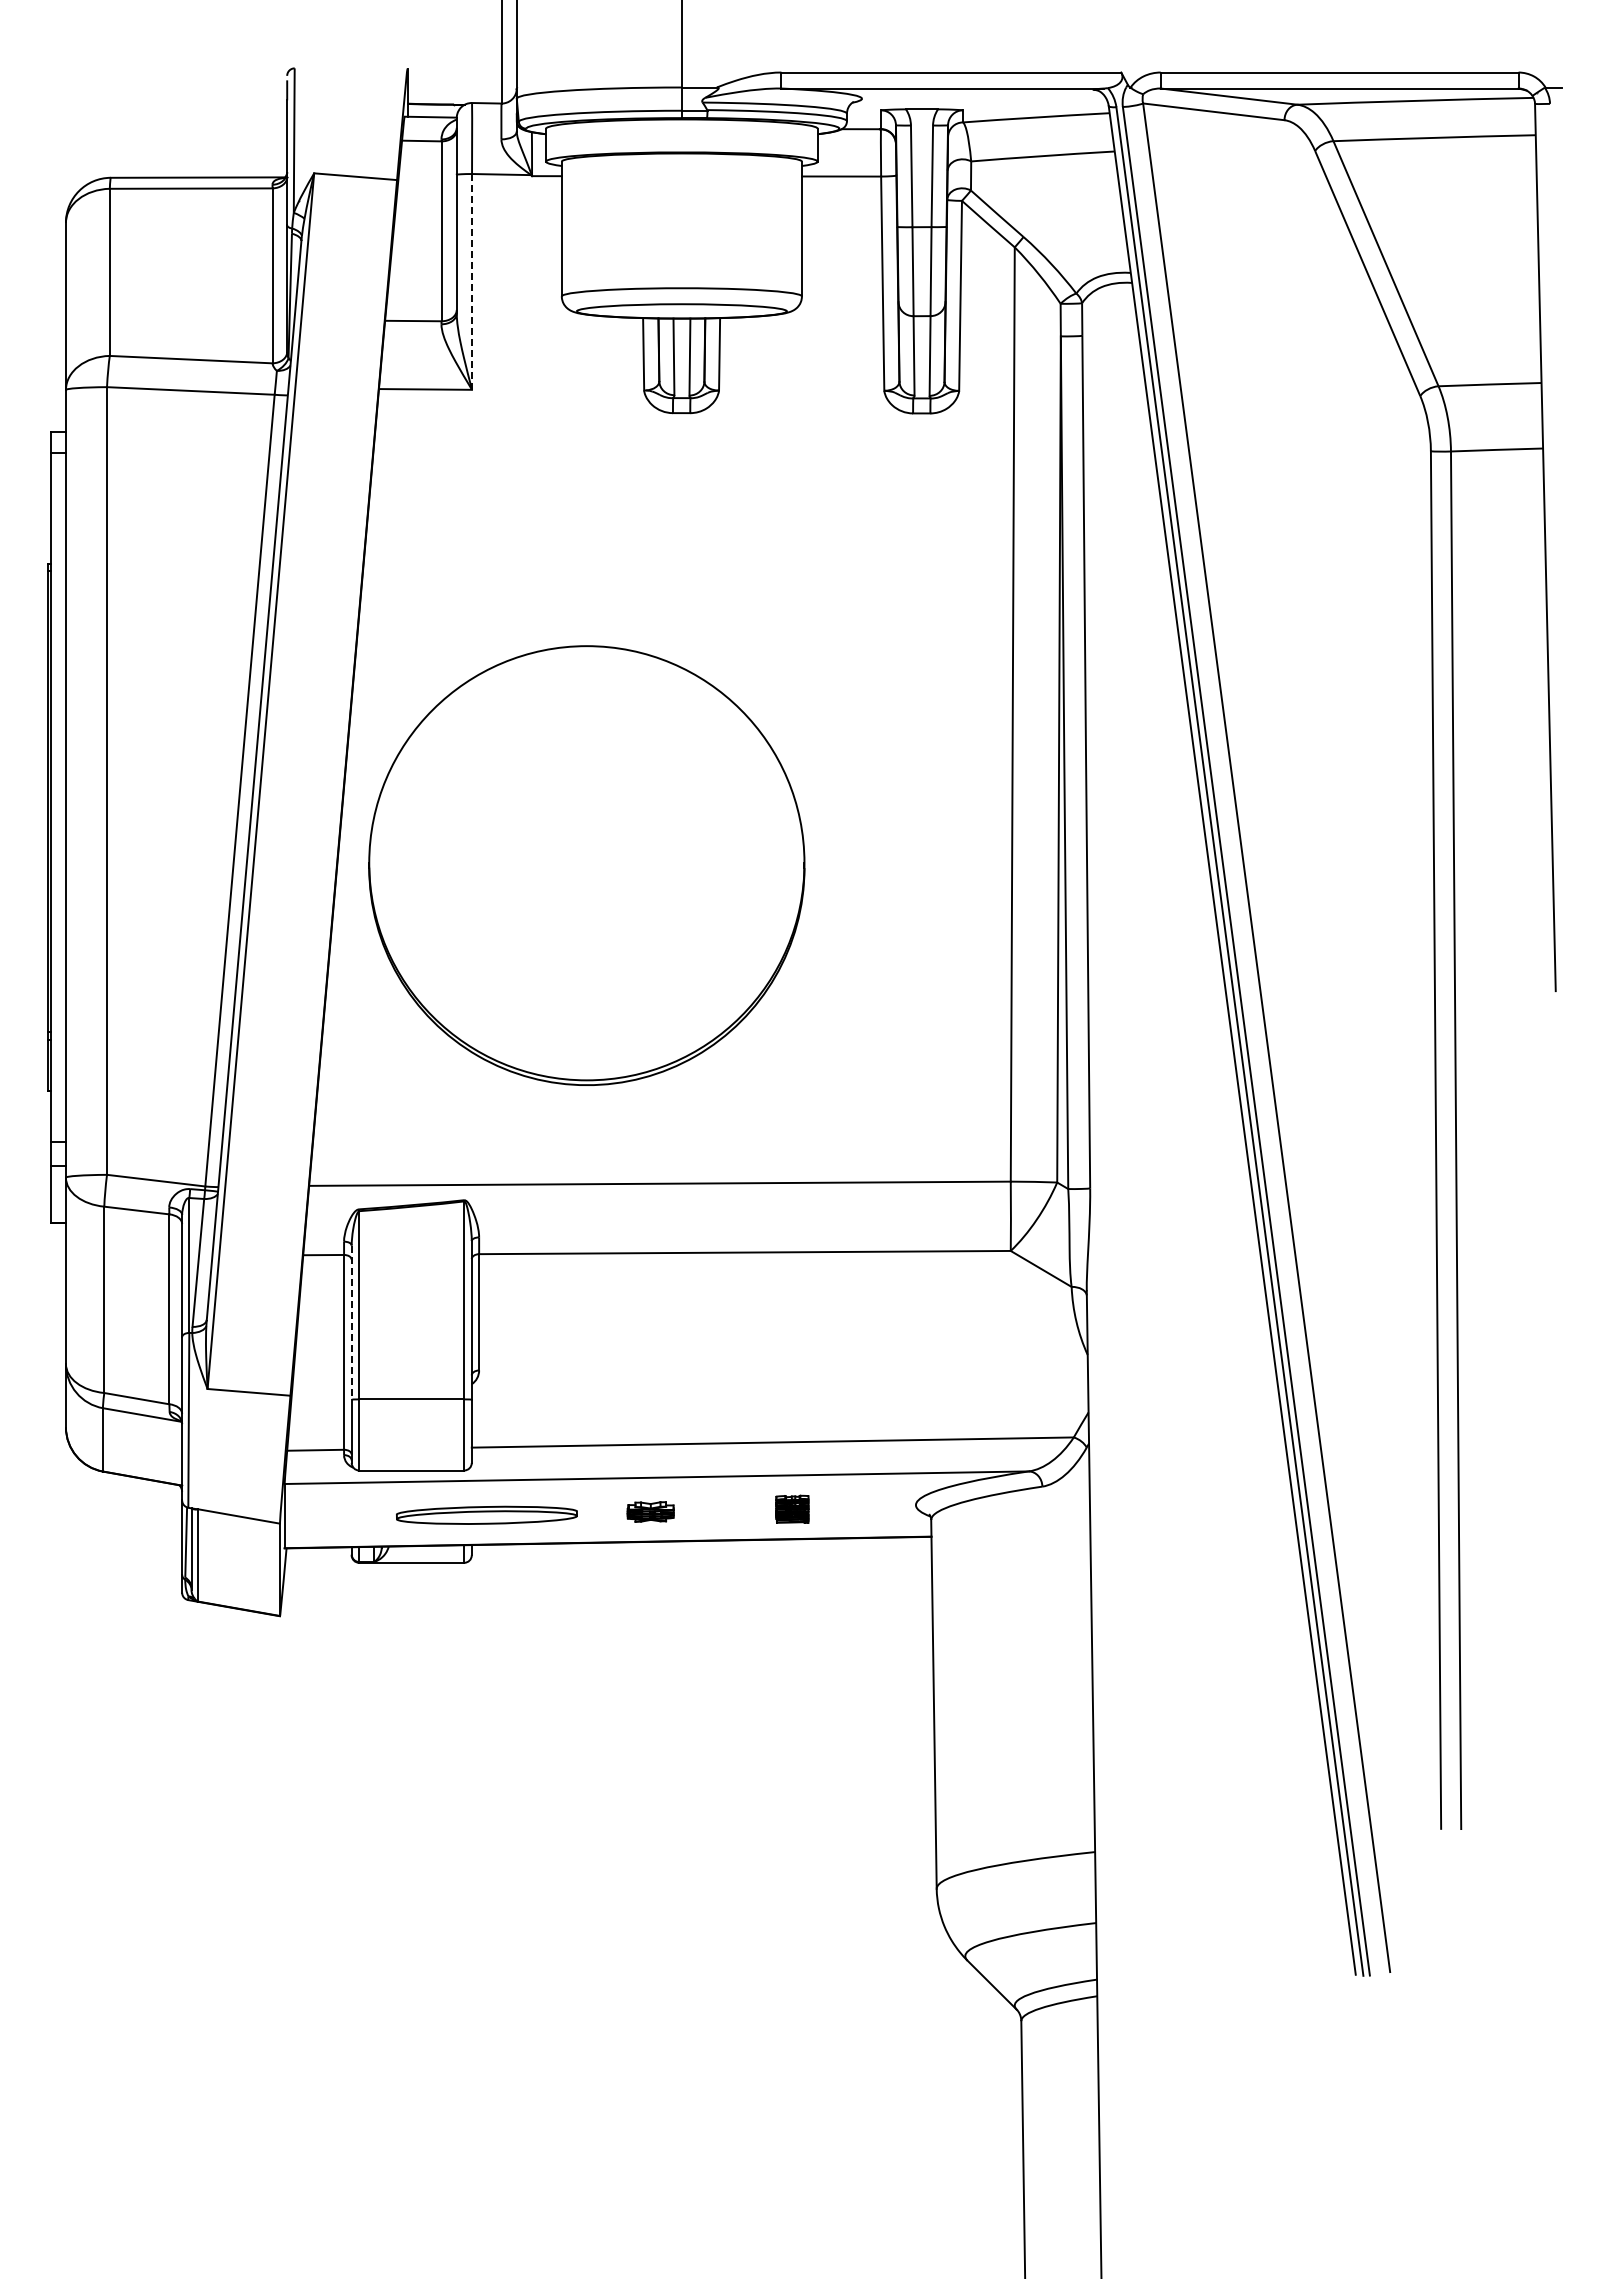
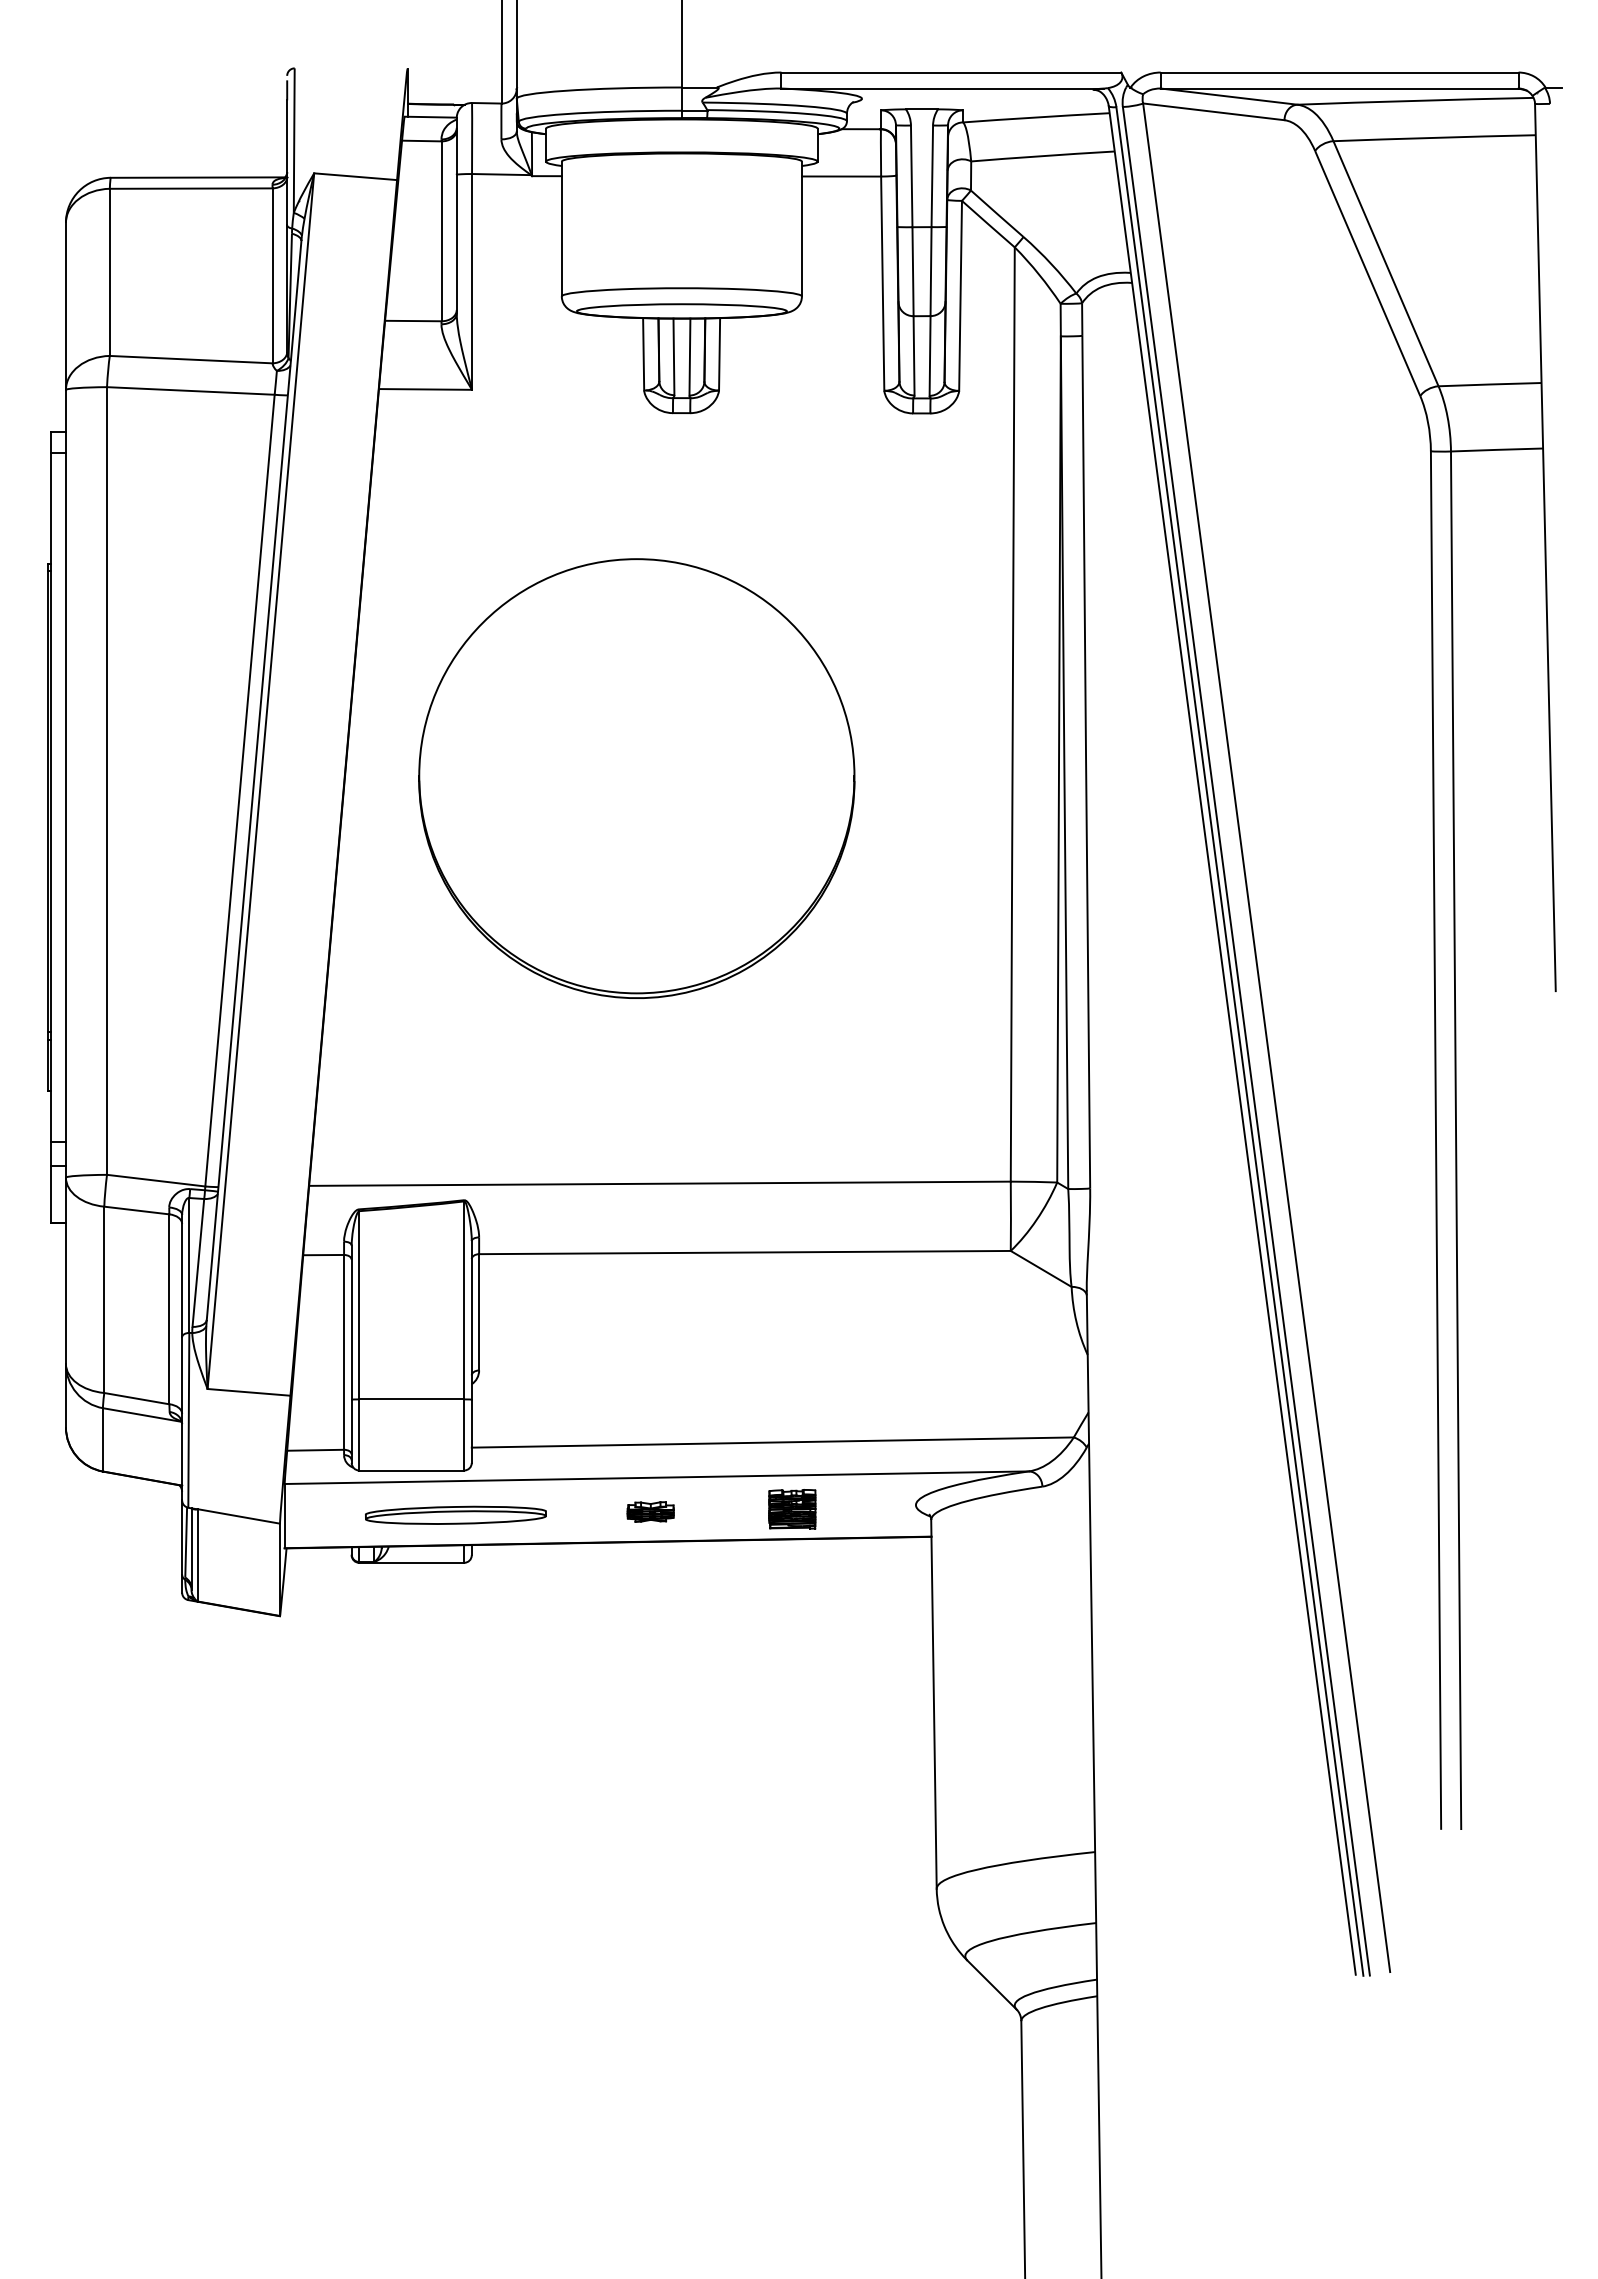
line at (472, 281): dashed -> solid
part at (586, 865) position: (586, 865) -> (636, 778)
line at (351, 1323): dashed -> solid
part at (792, 1508) size: 35x30 px -> 49x41 px
part at (486, 1514) position: (486, 1514) -> (455, 1514)
